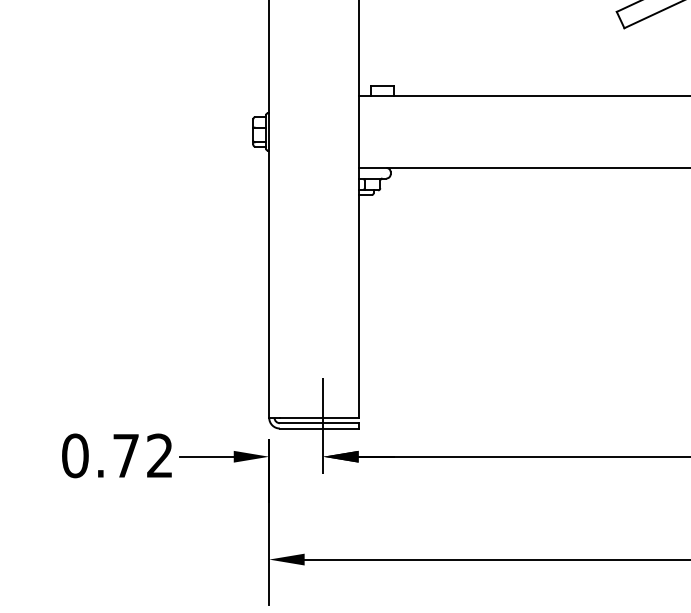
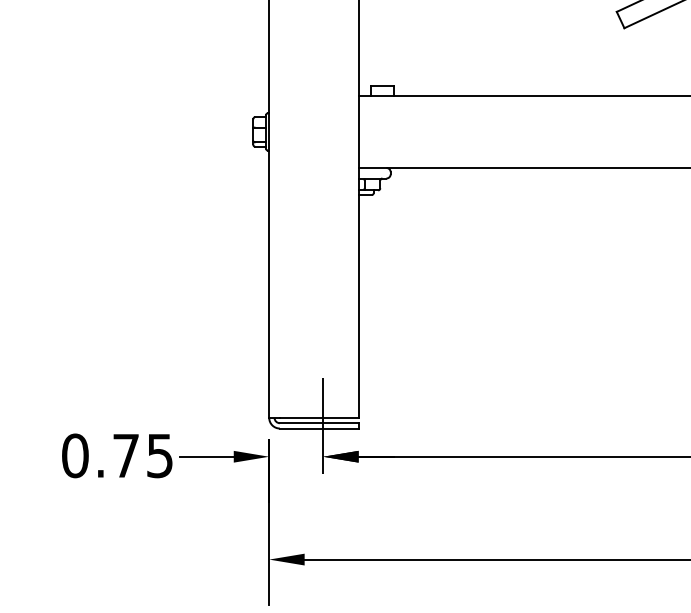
text at (159, 455): 0.72 -> 0.75
